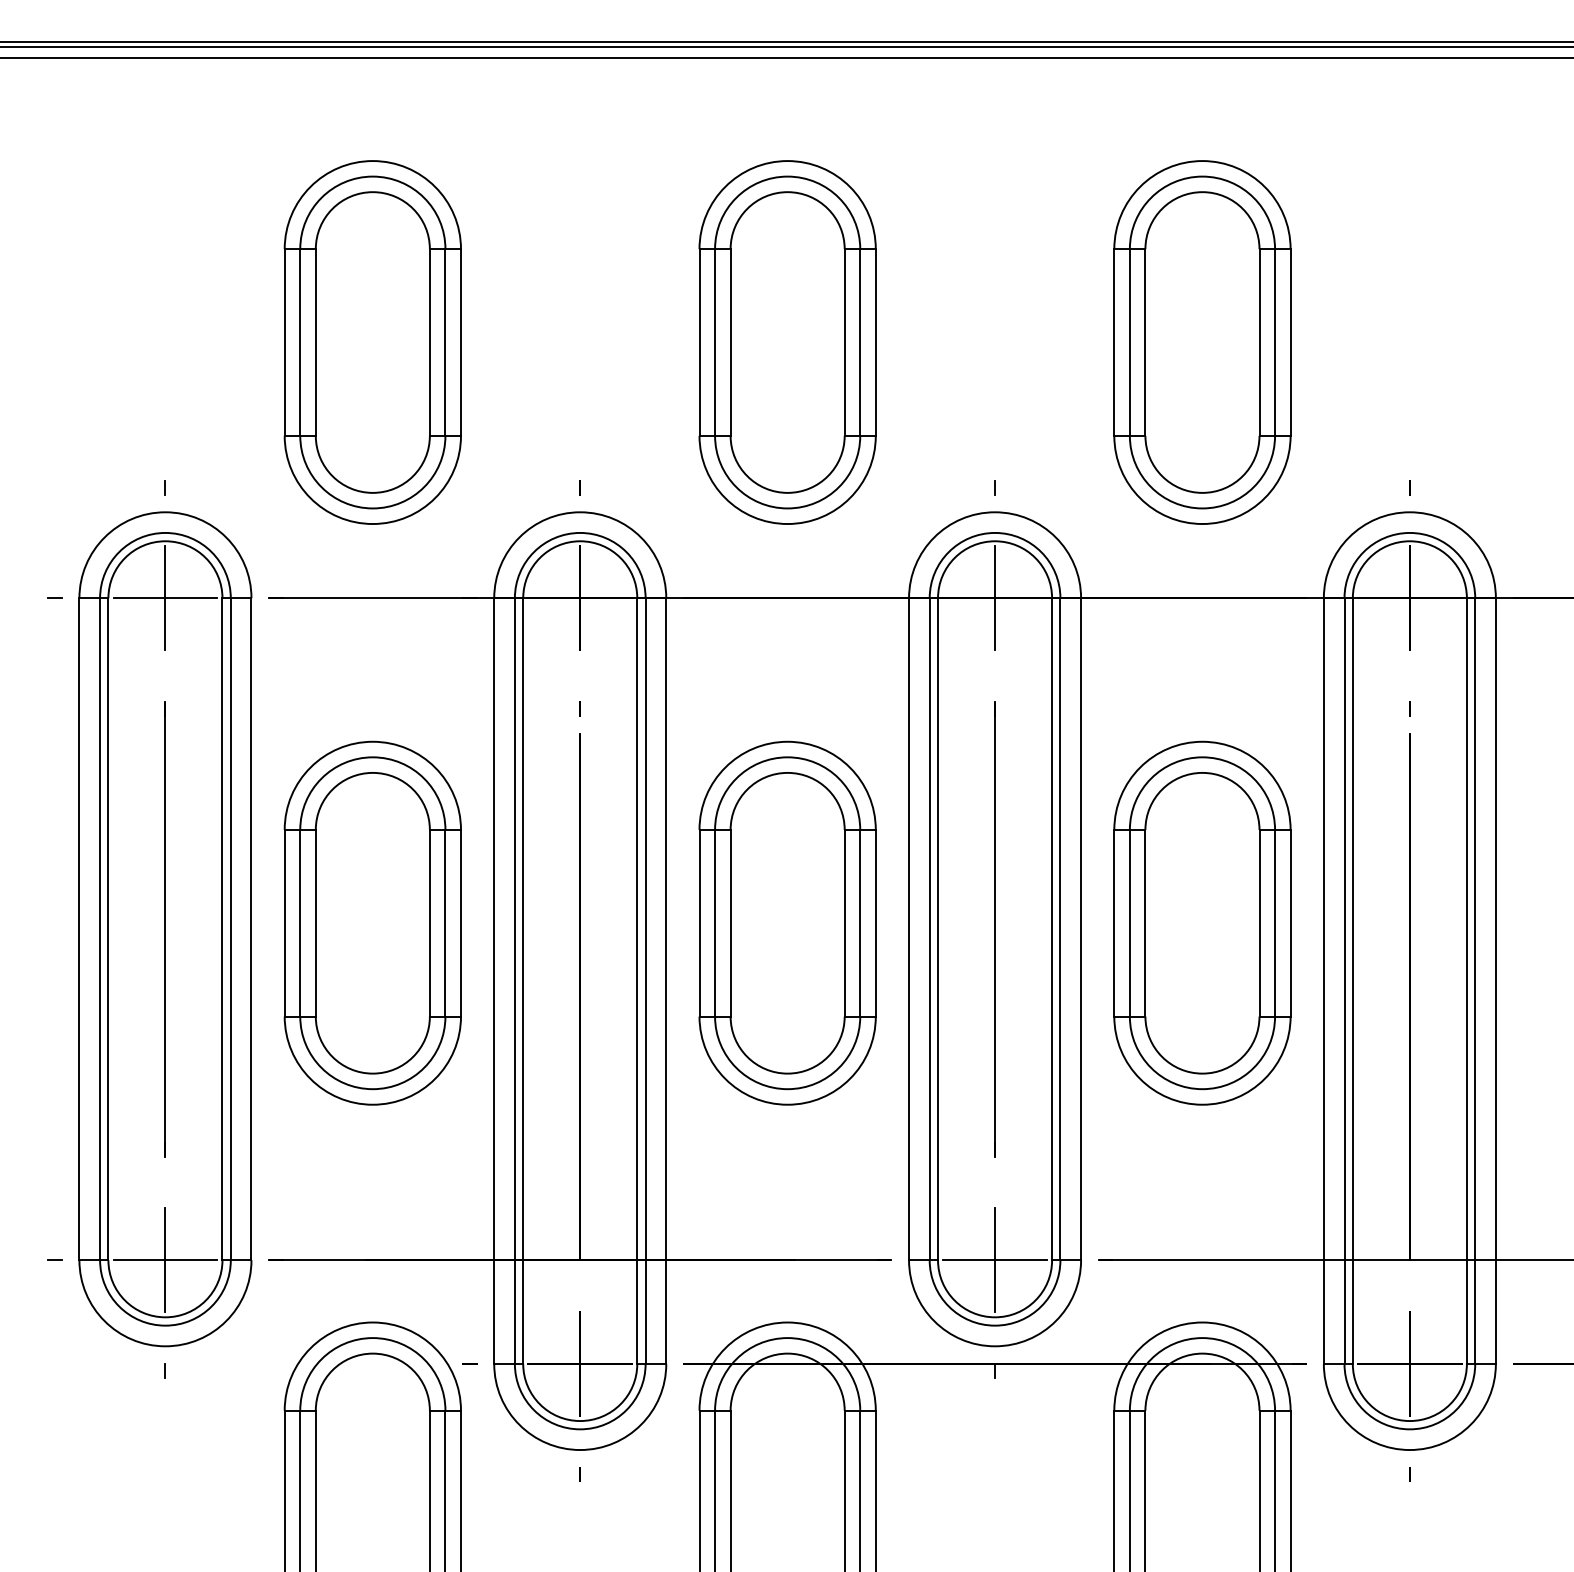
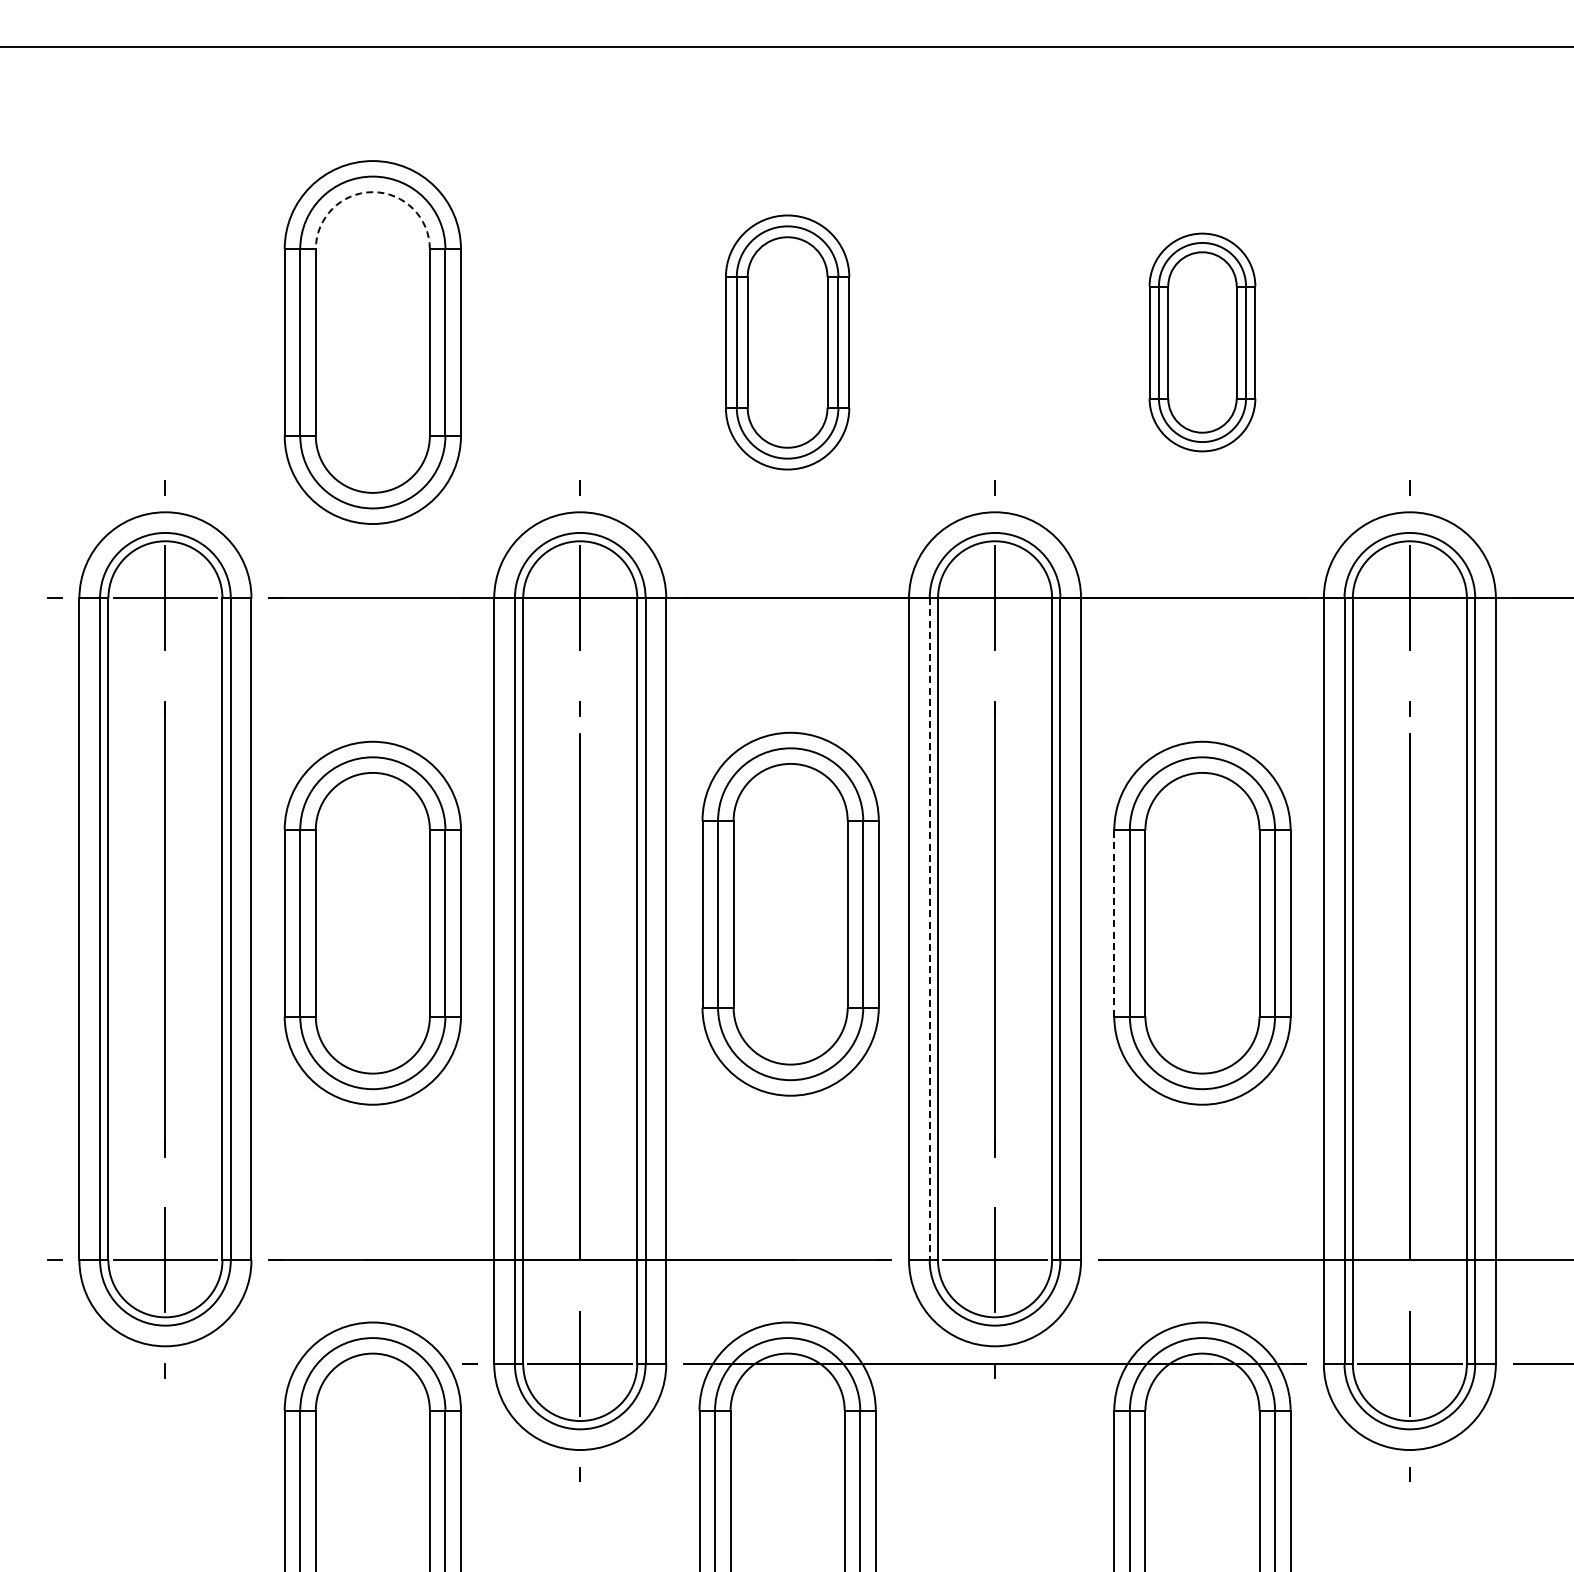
line at (786, 41): present -> none
line at (786, 57): present -> none
arc at (372, 192): solid -> dashed
part at (787, 342) size: 179x365 px -> 126x257 px
part at (1202, 342) size: 179x365 px -> 109x221 px
part at (787, 922) position: (787, 922) -> (790, 913)
line at (1114, 922): solid -> dashed
line at (929, 929): solid -> dashed
